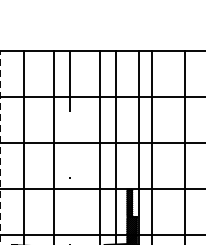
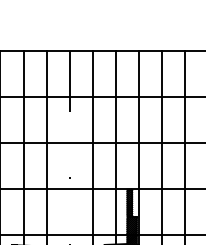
line at (53, 145) position: (53, 145) -> (46, 145)
line at (99, 145) position: (99, 145) -> (92, 145)
line at (152, 145) position: (152, 145) -> (162, 145)
line at (0, 147): dashed -> solid
